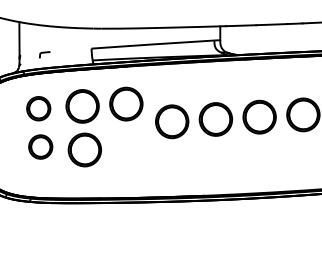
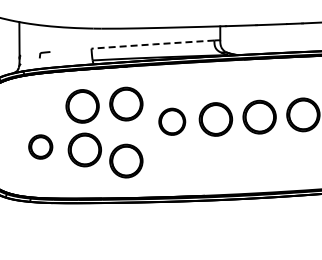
line at (152, 44): solid -> dashed
part at (38, 108): present -> none
part at (172, 121) size: 35x36 px -> 29x29 px
part at (126, 160): none -> present
